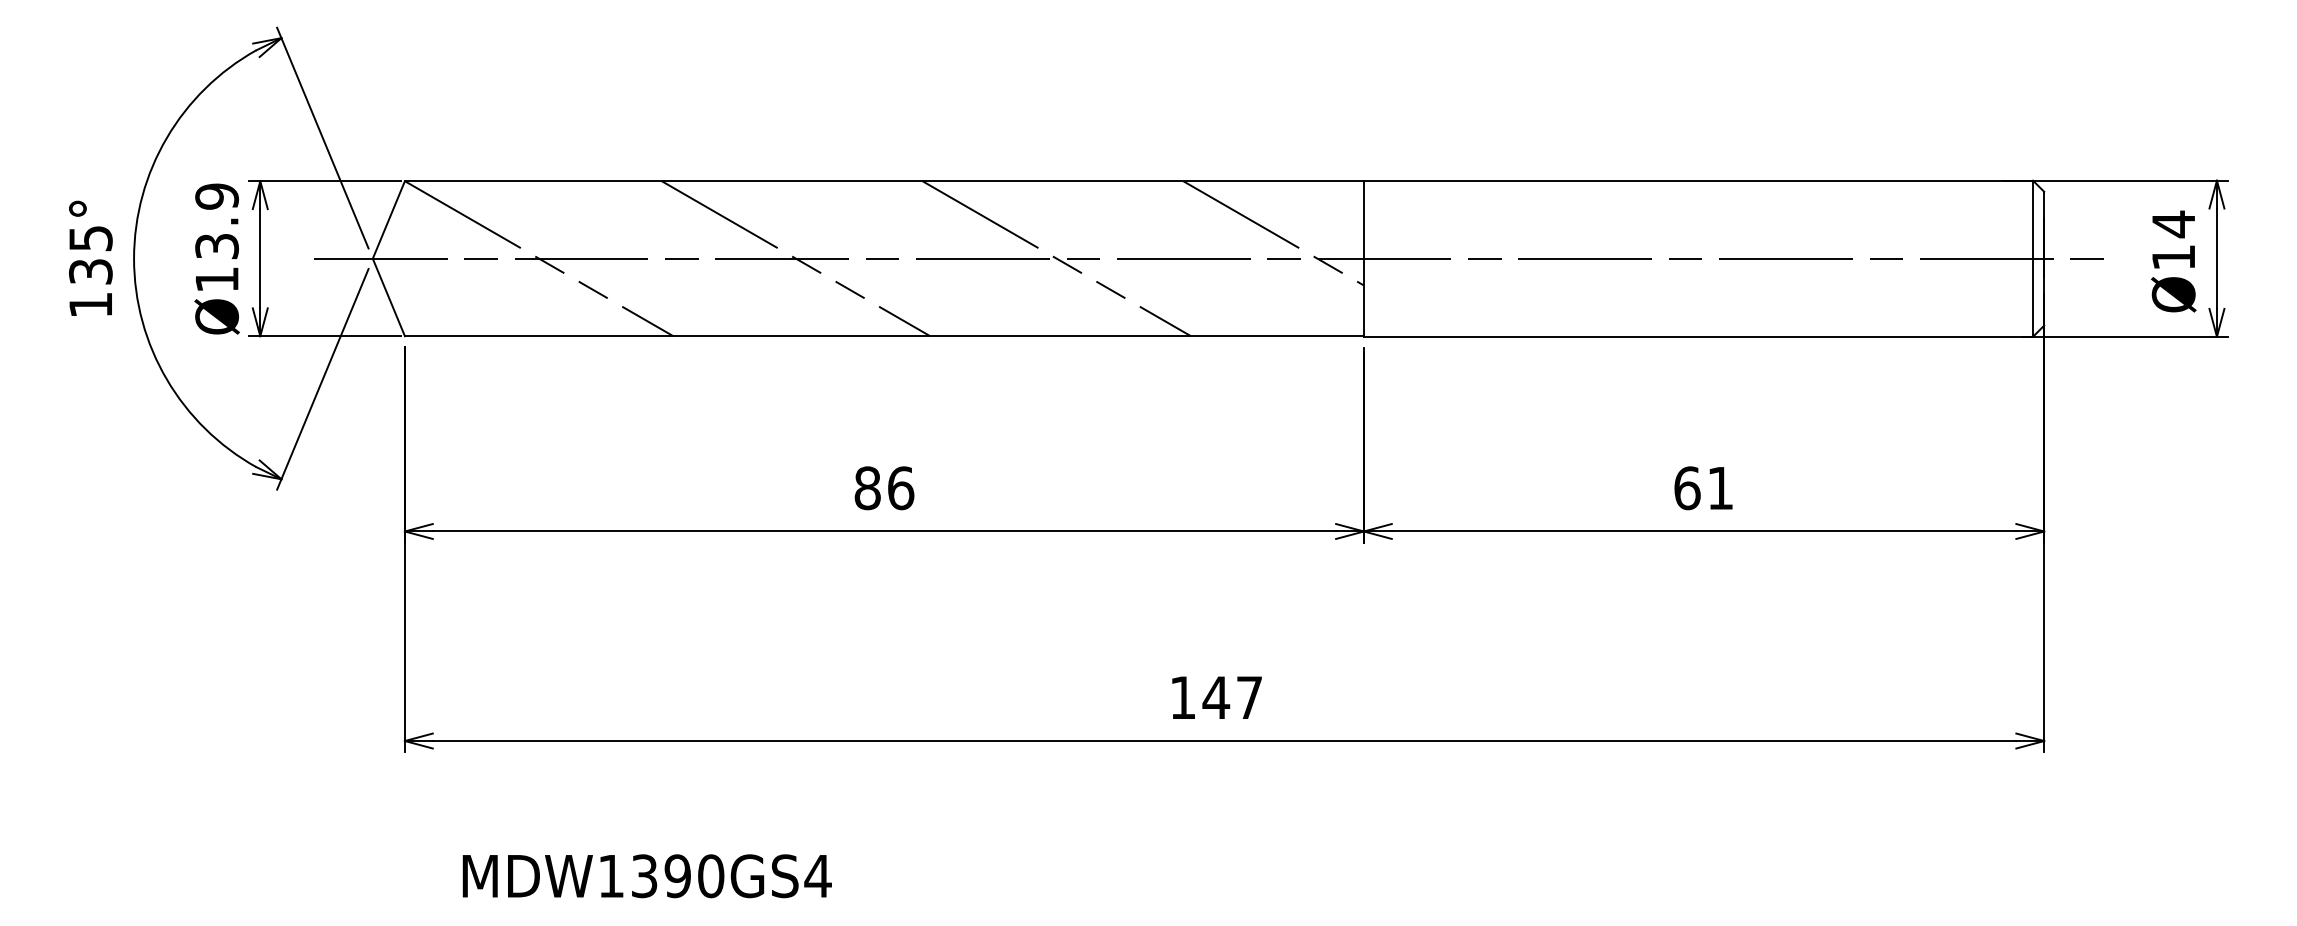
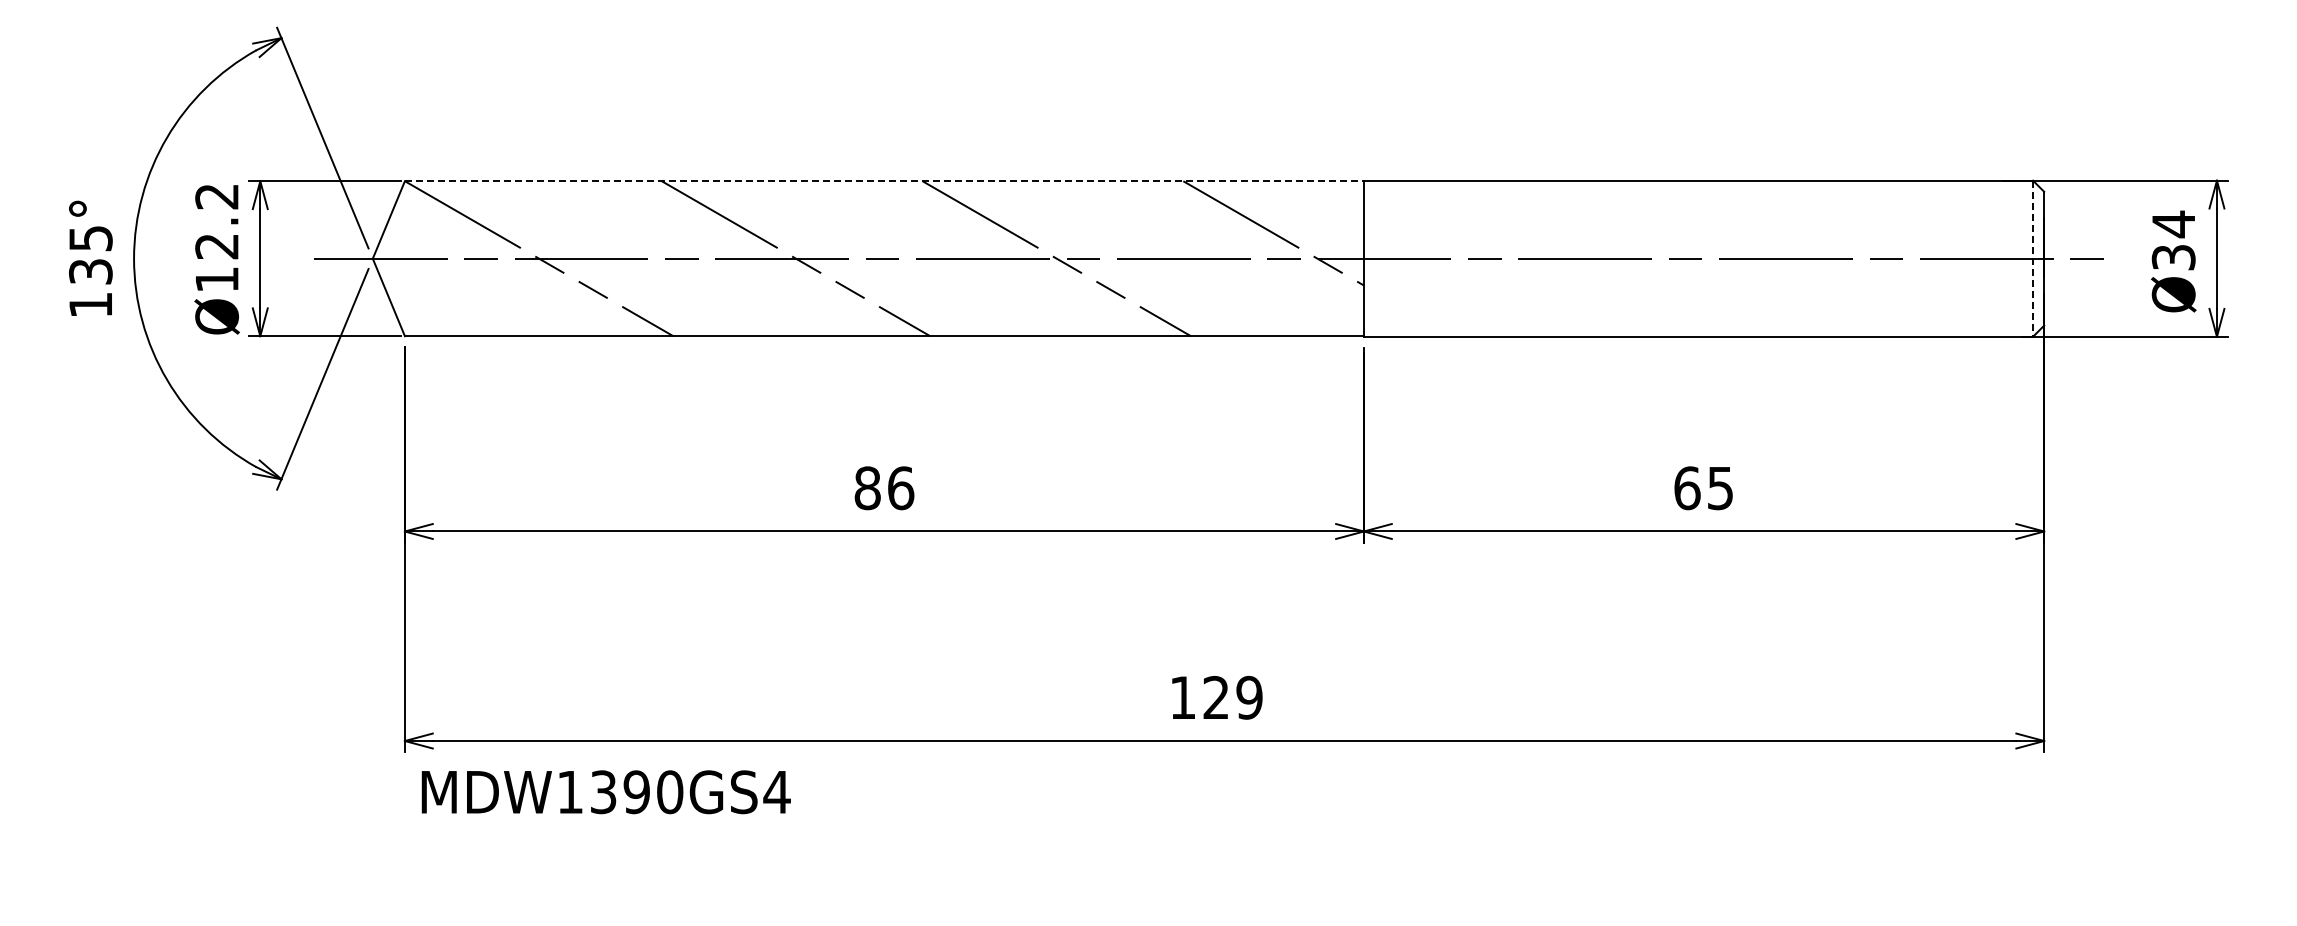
line at (884, 181): solid -> dashed
text at (217, 221): Ø13.9 -> Ø12.2
text at (2173, 257): Ø14 -> Ø34
line at (2033, 259): solid -> dashed
text at (1720, 488): 61 -> 65
text at (1232, 697): 147 -> 129
text at (646, 876) position: (646, 876) -> (605, 792)
